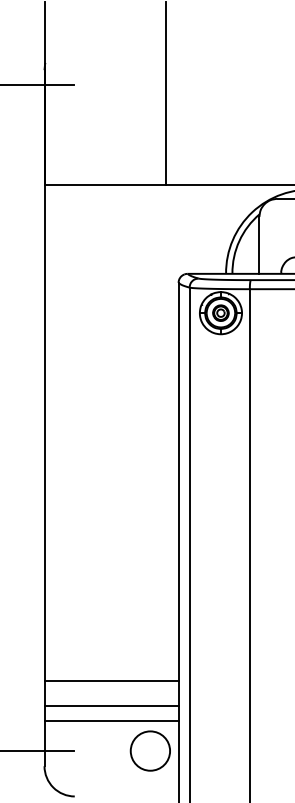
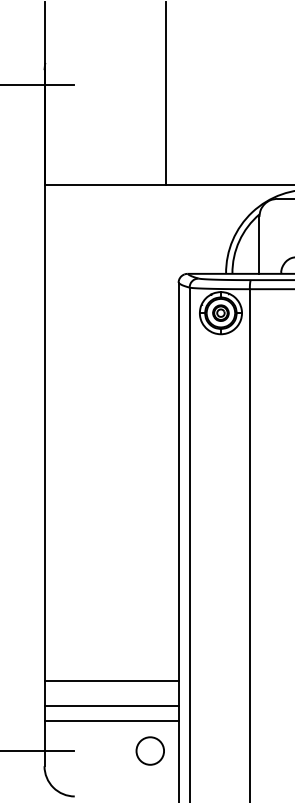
circle at (149, 750) size: 42x42 px -> 30x30 px
